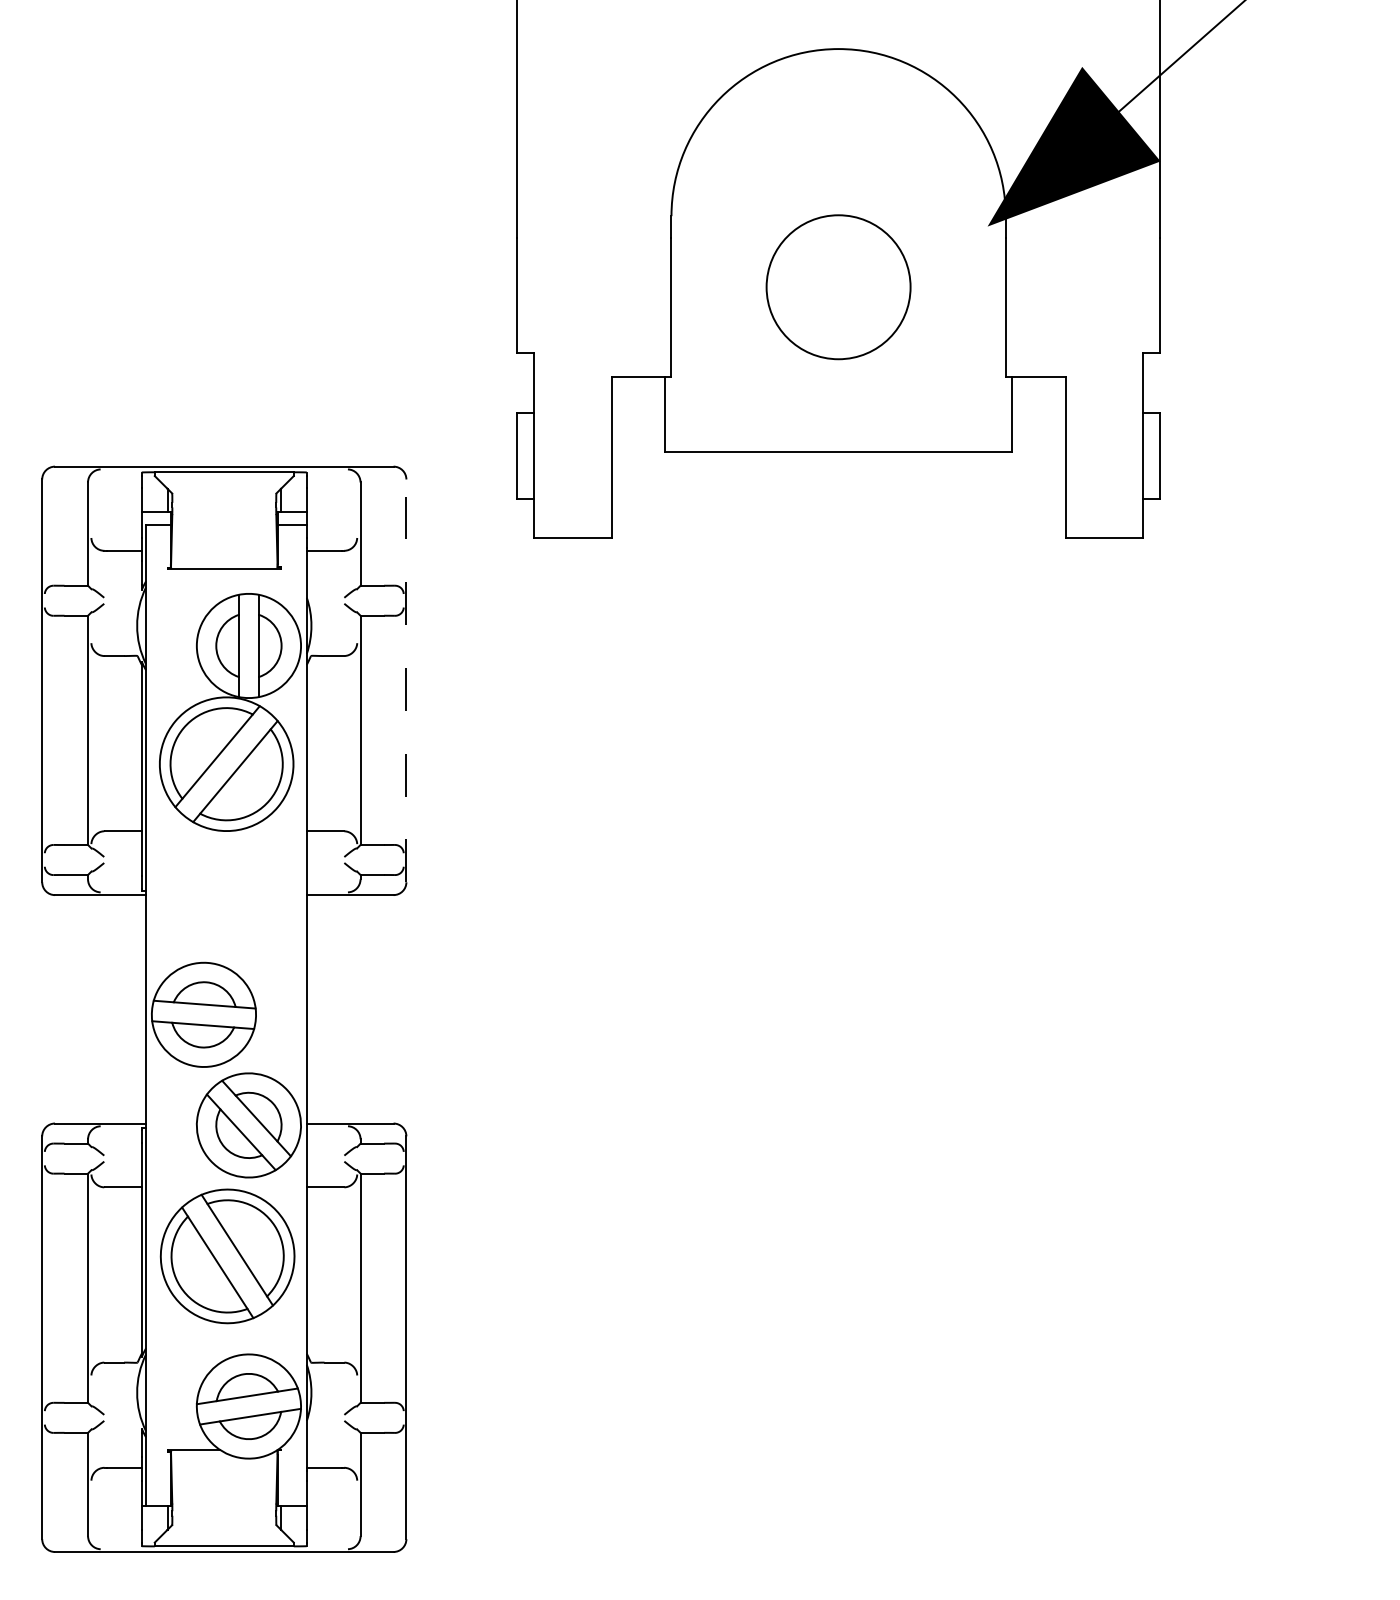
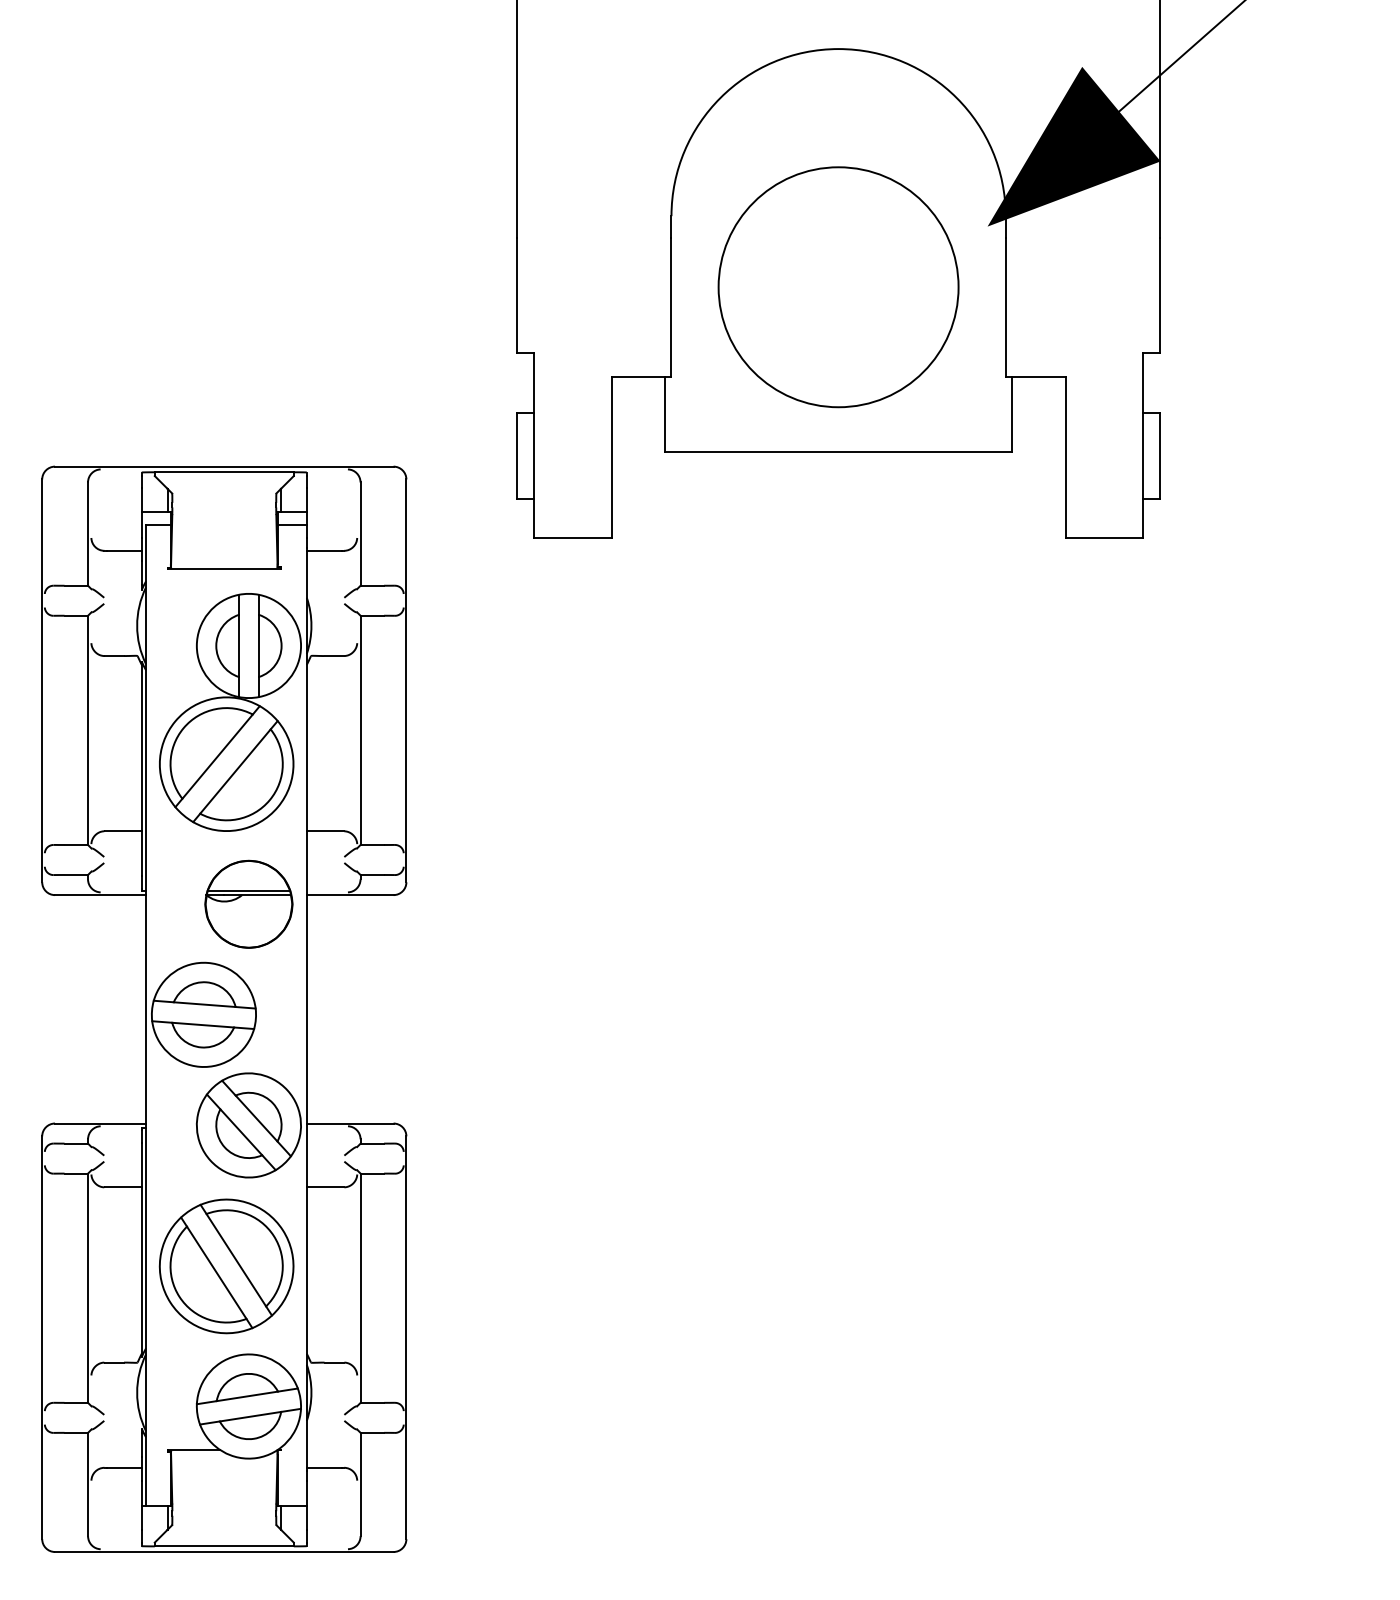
circle at (838, 287) diameter: 144 px -> 240 px
line at (406, 680): dashed -> solid
part at (248, 903): none -> present
part at (227, 1256) position: (227, 1256) -> (226, 1266)
